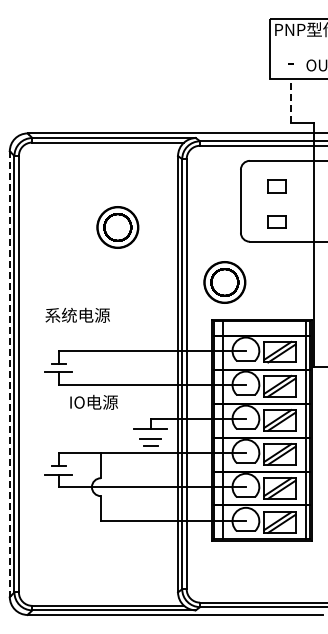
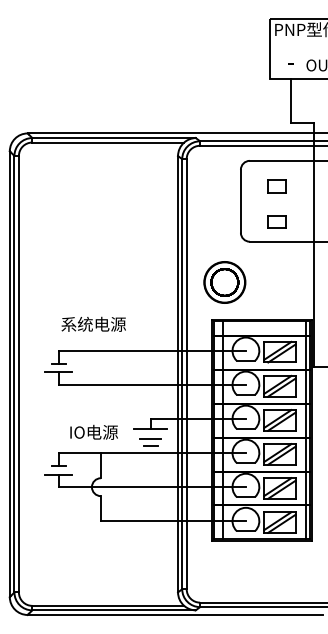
line at (291, 100): dashed -> solid
part at (117, 227): present -> none
text at (77, 314) position: (77, 314) -> (93, 323)
line at (9, 374): dashed -> solid
text at (93, 401) position: (93, 401) -> (93, 431)
